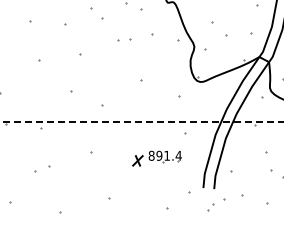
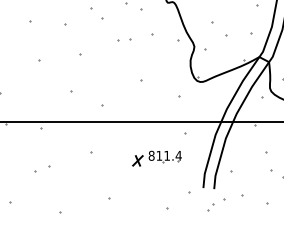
line at (141, 121): dashed -> solid
text at (159, 155): 891.4 -> 811.4
